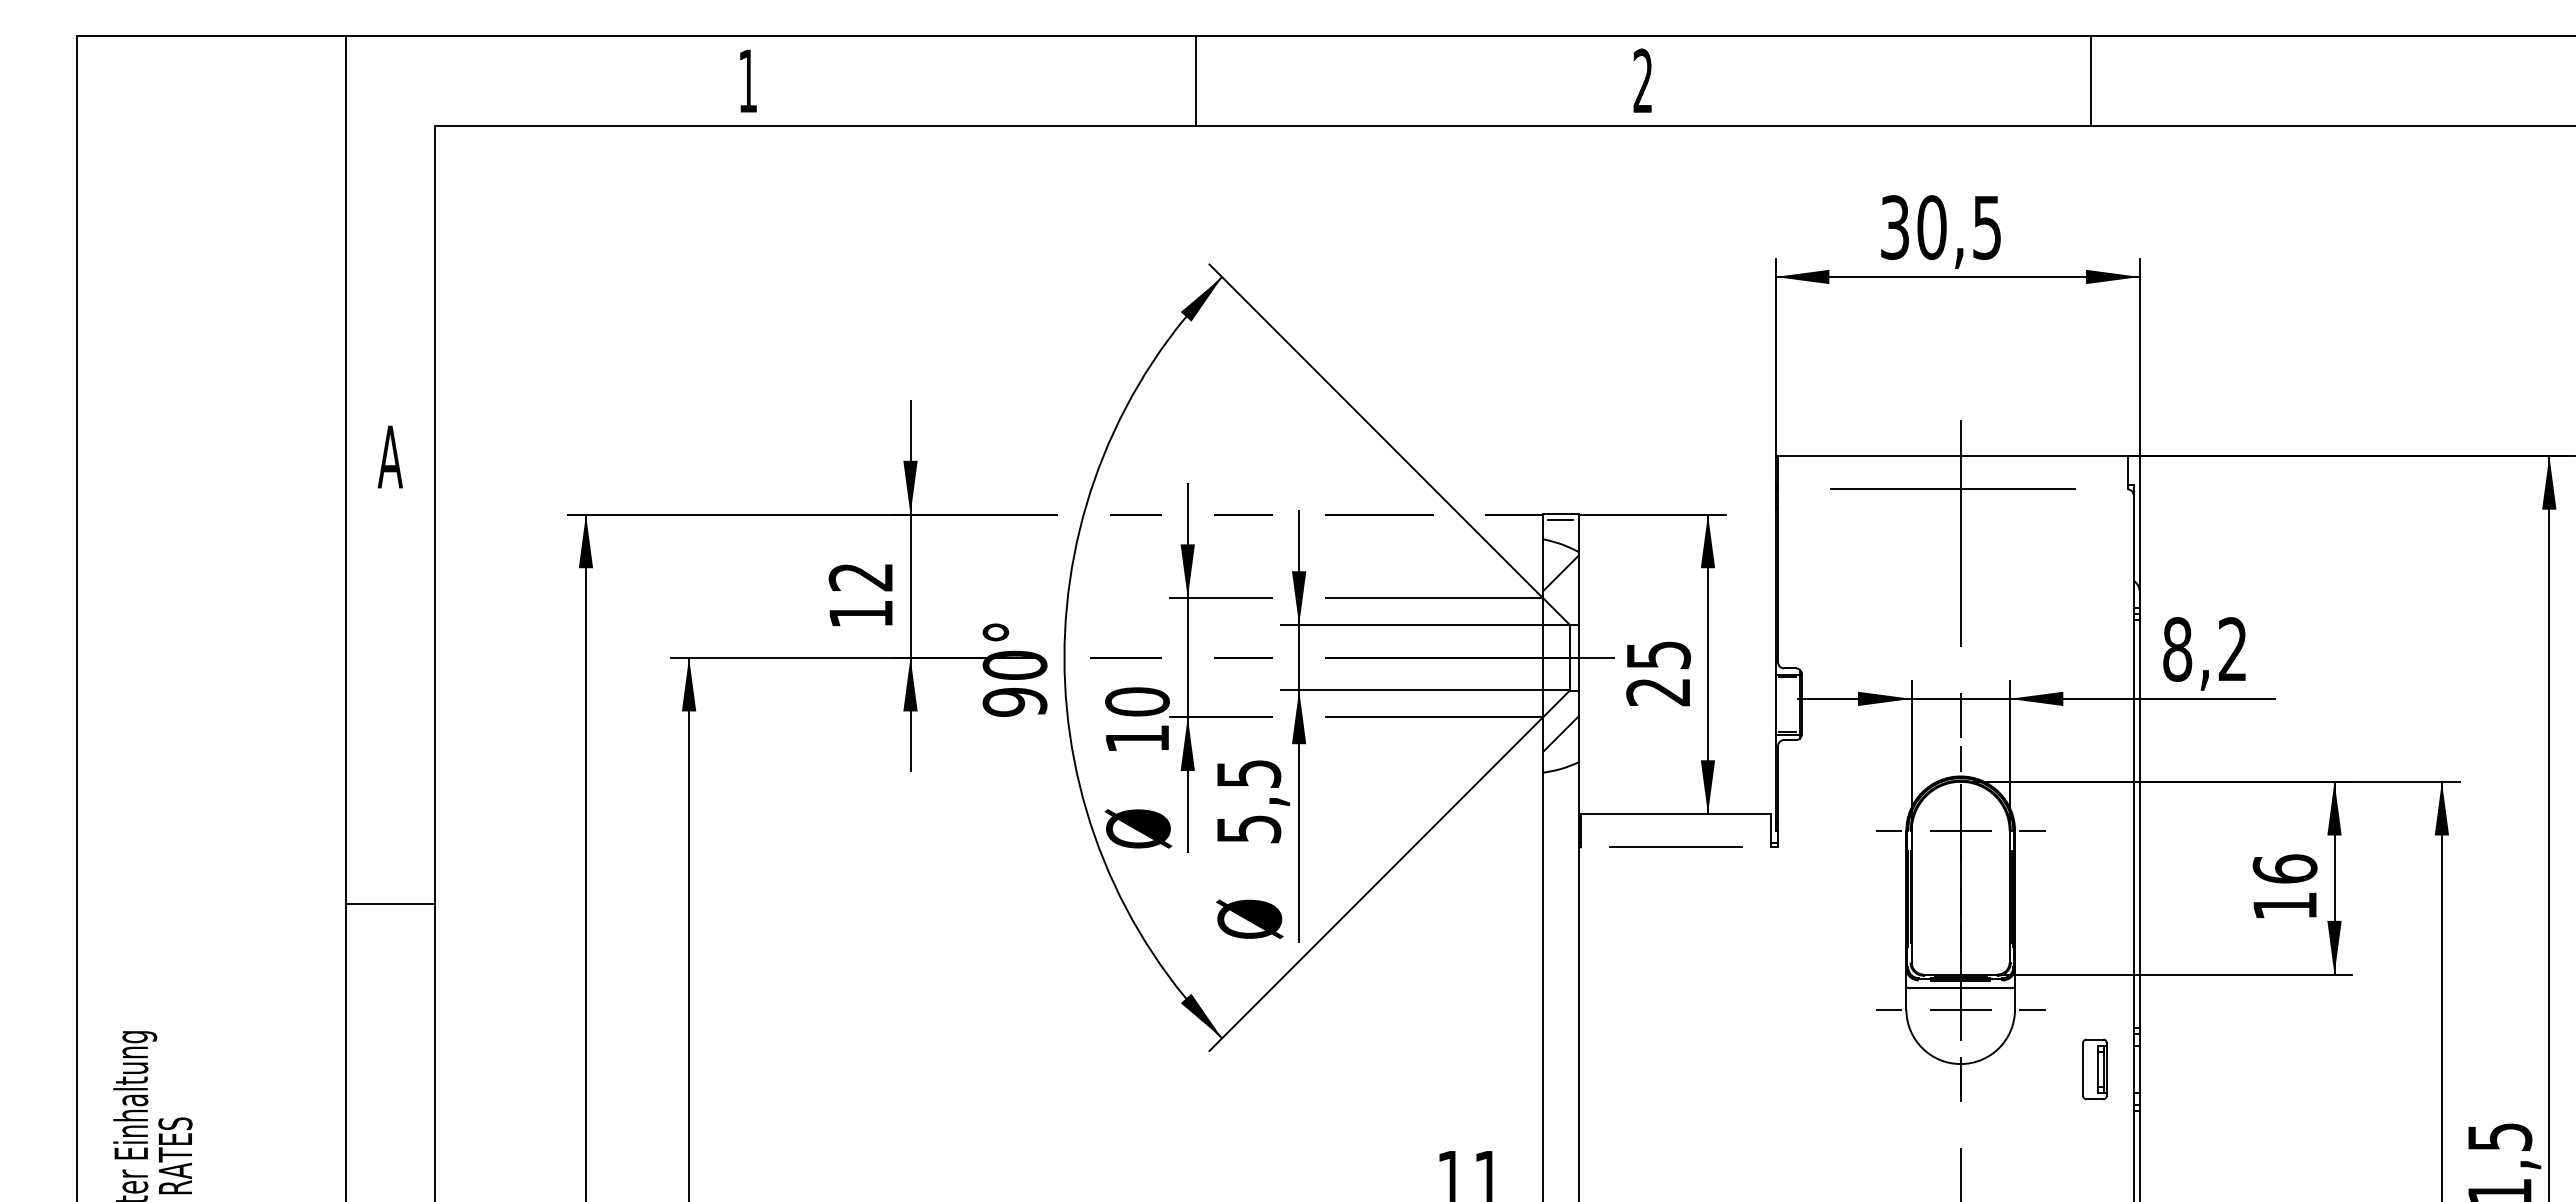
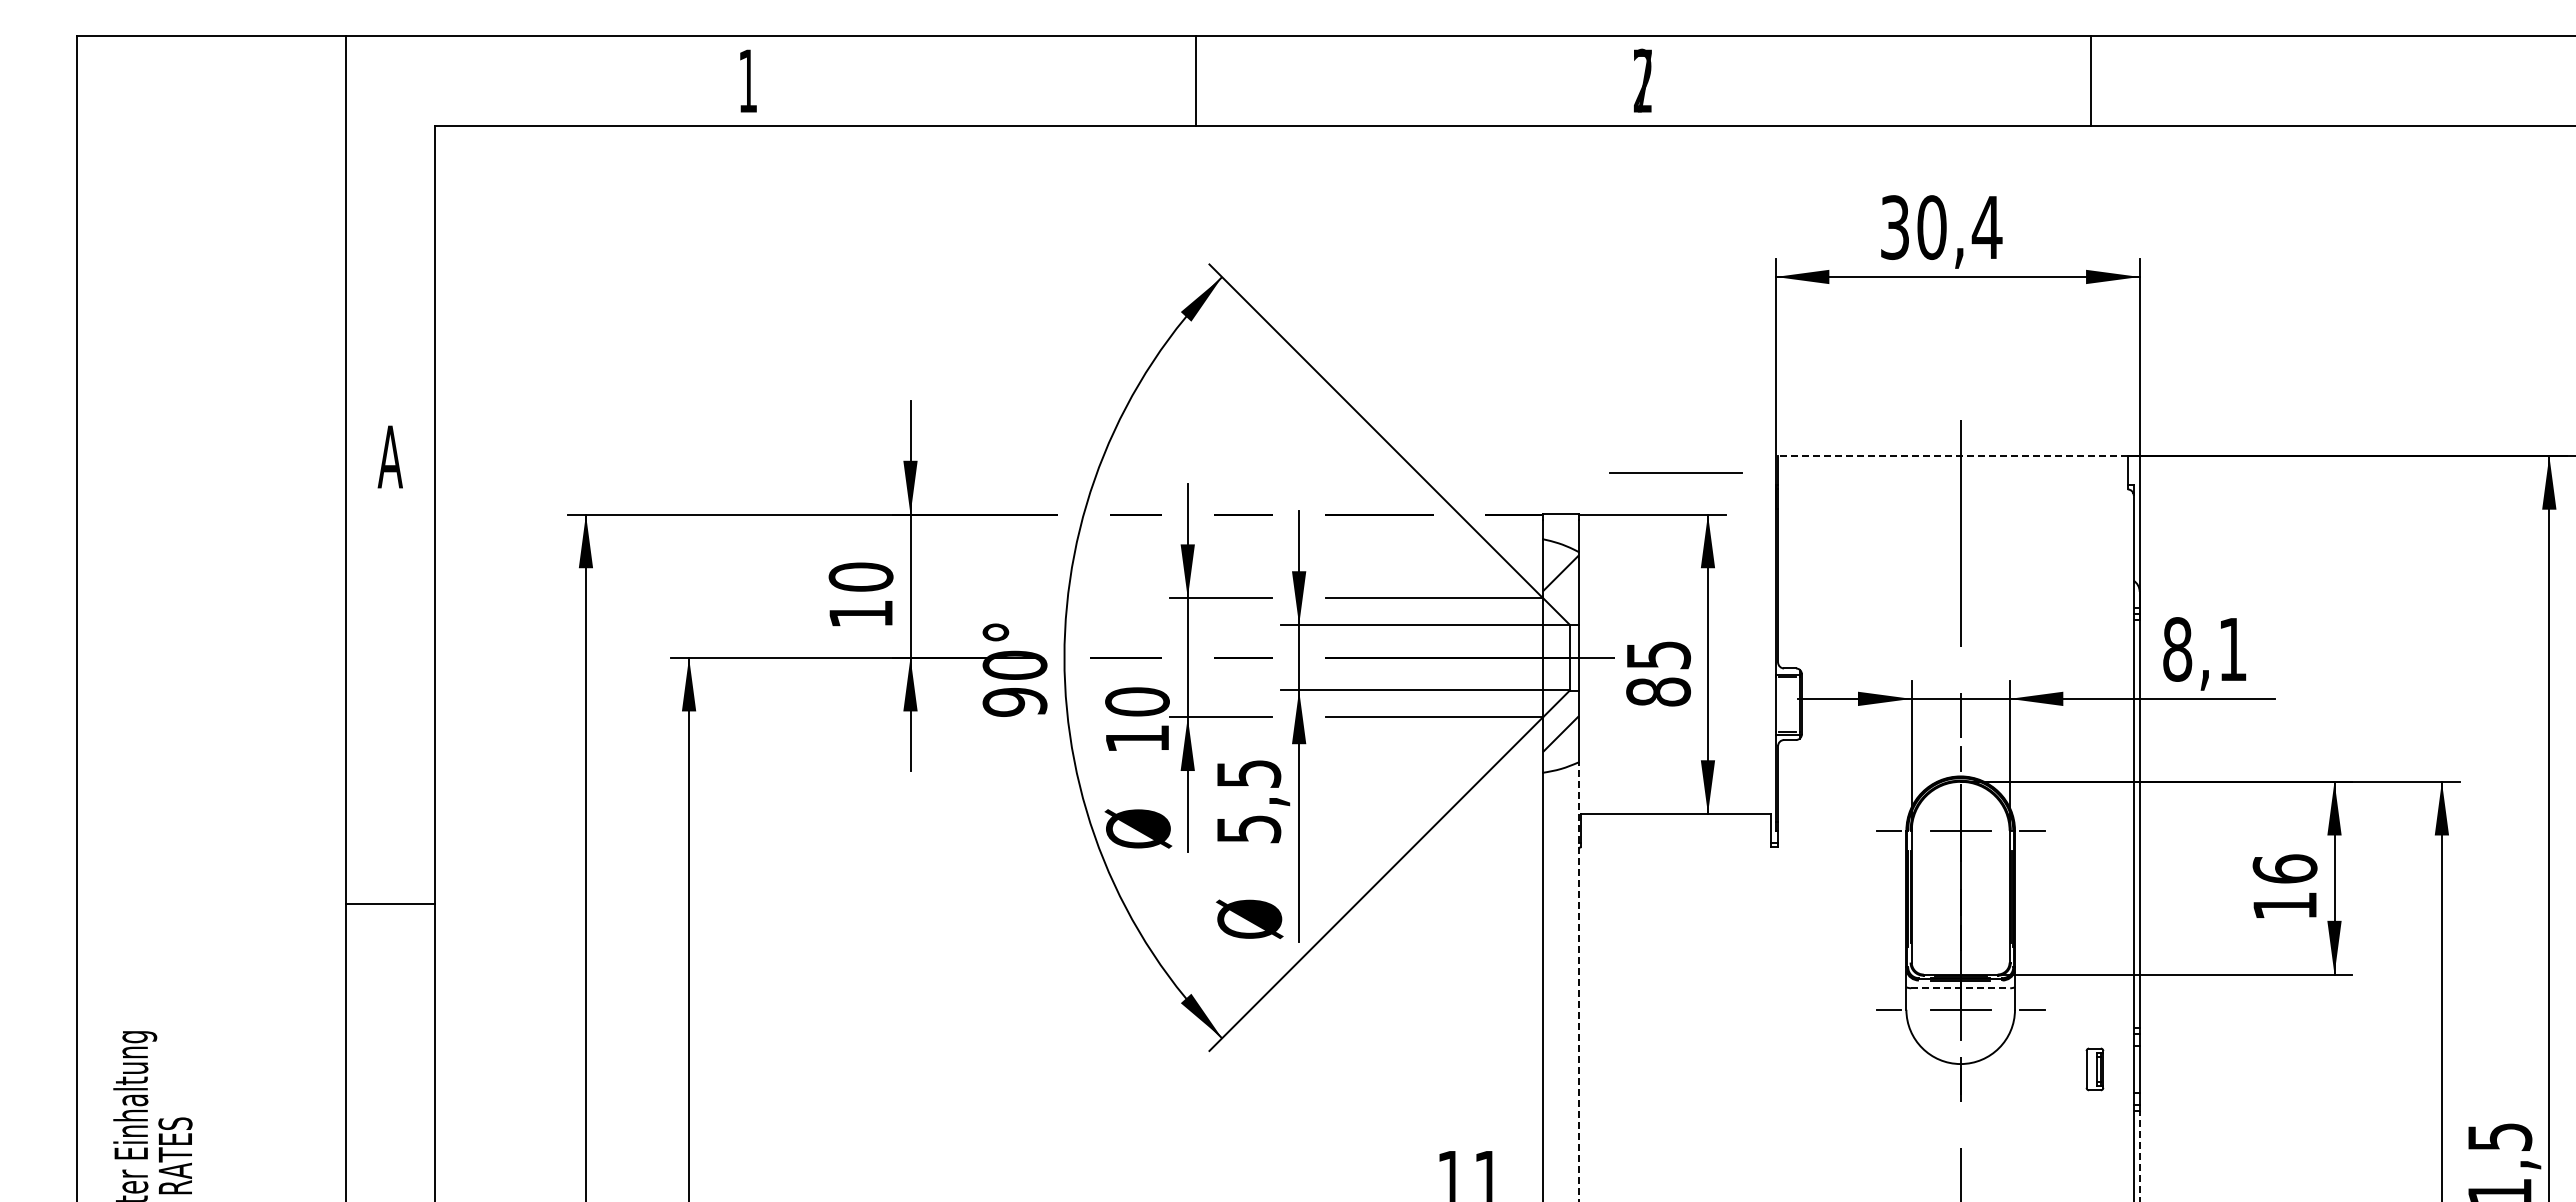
text at (1642, 80): 2 -> 7
text at (1986, 227): 30,5 -> 30,4
line at (1952, 456): solid -> dashed
line at (1952, 489): present -> none
line at (1560, 520): present -> none
text at (860, 576): 12 -> 10
text at (2232, 648): 8,2 -> 8,1
text at (1658, 691): 25 -> 85
line at (1675, 846) position: (1675, 846) -> (1675, 472)
line at (1578, 981): solid -> dashed
line at (1960, 988): solid -> dashed
part at (2094, 1069) size: 26x63 px -> 20x45 px
line at (2139, 1156): solid -> dashed
